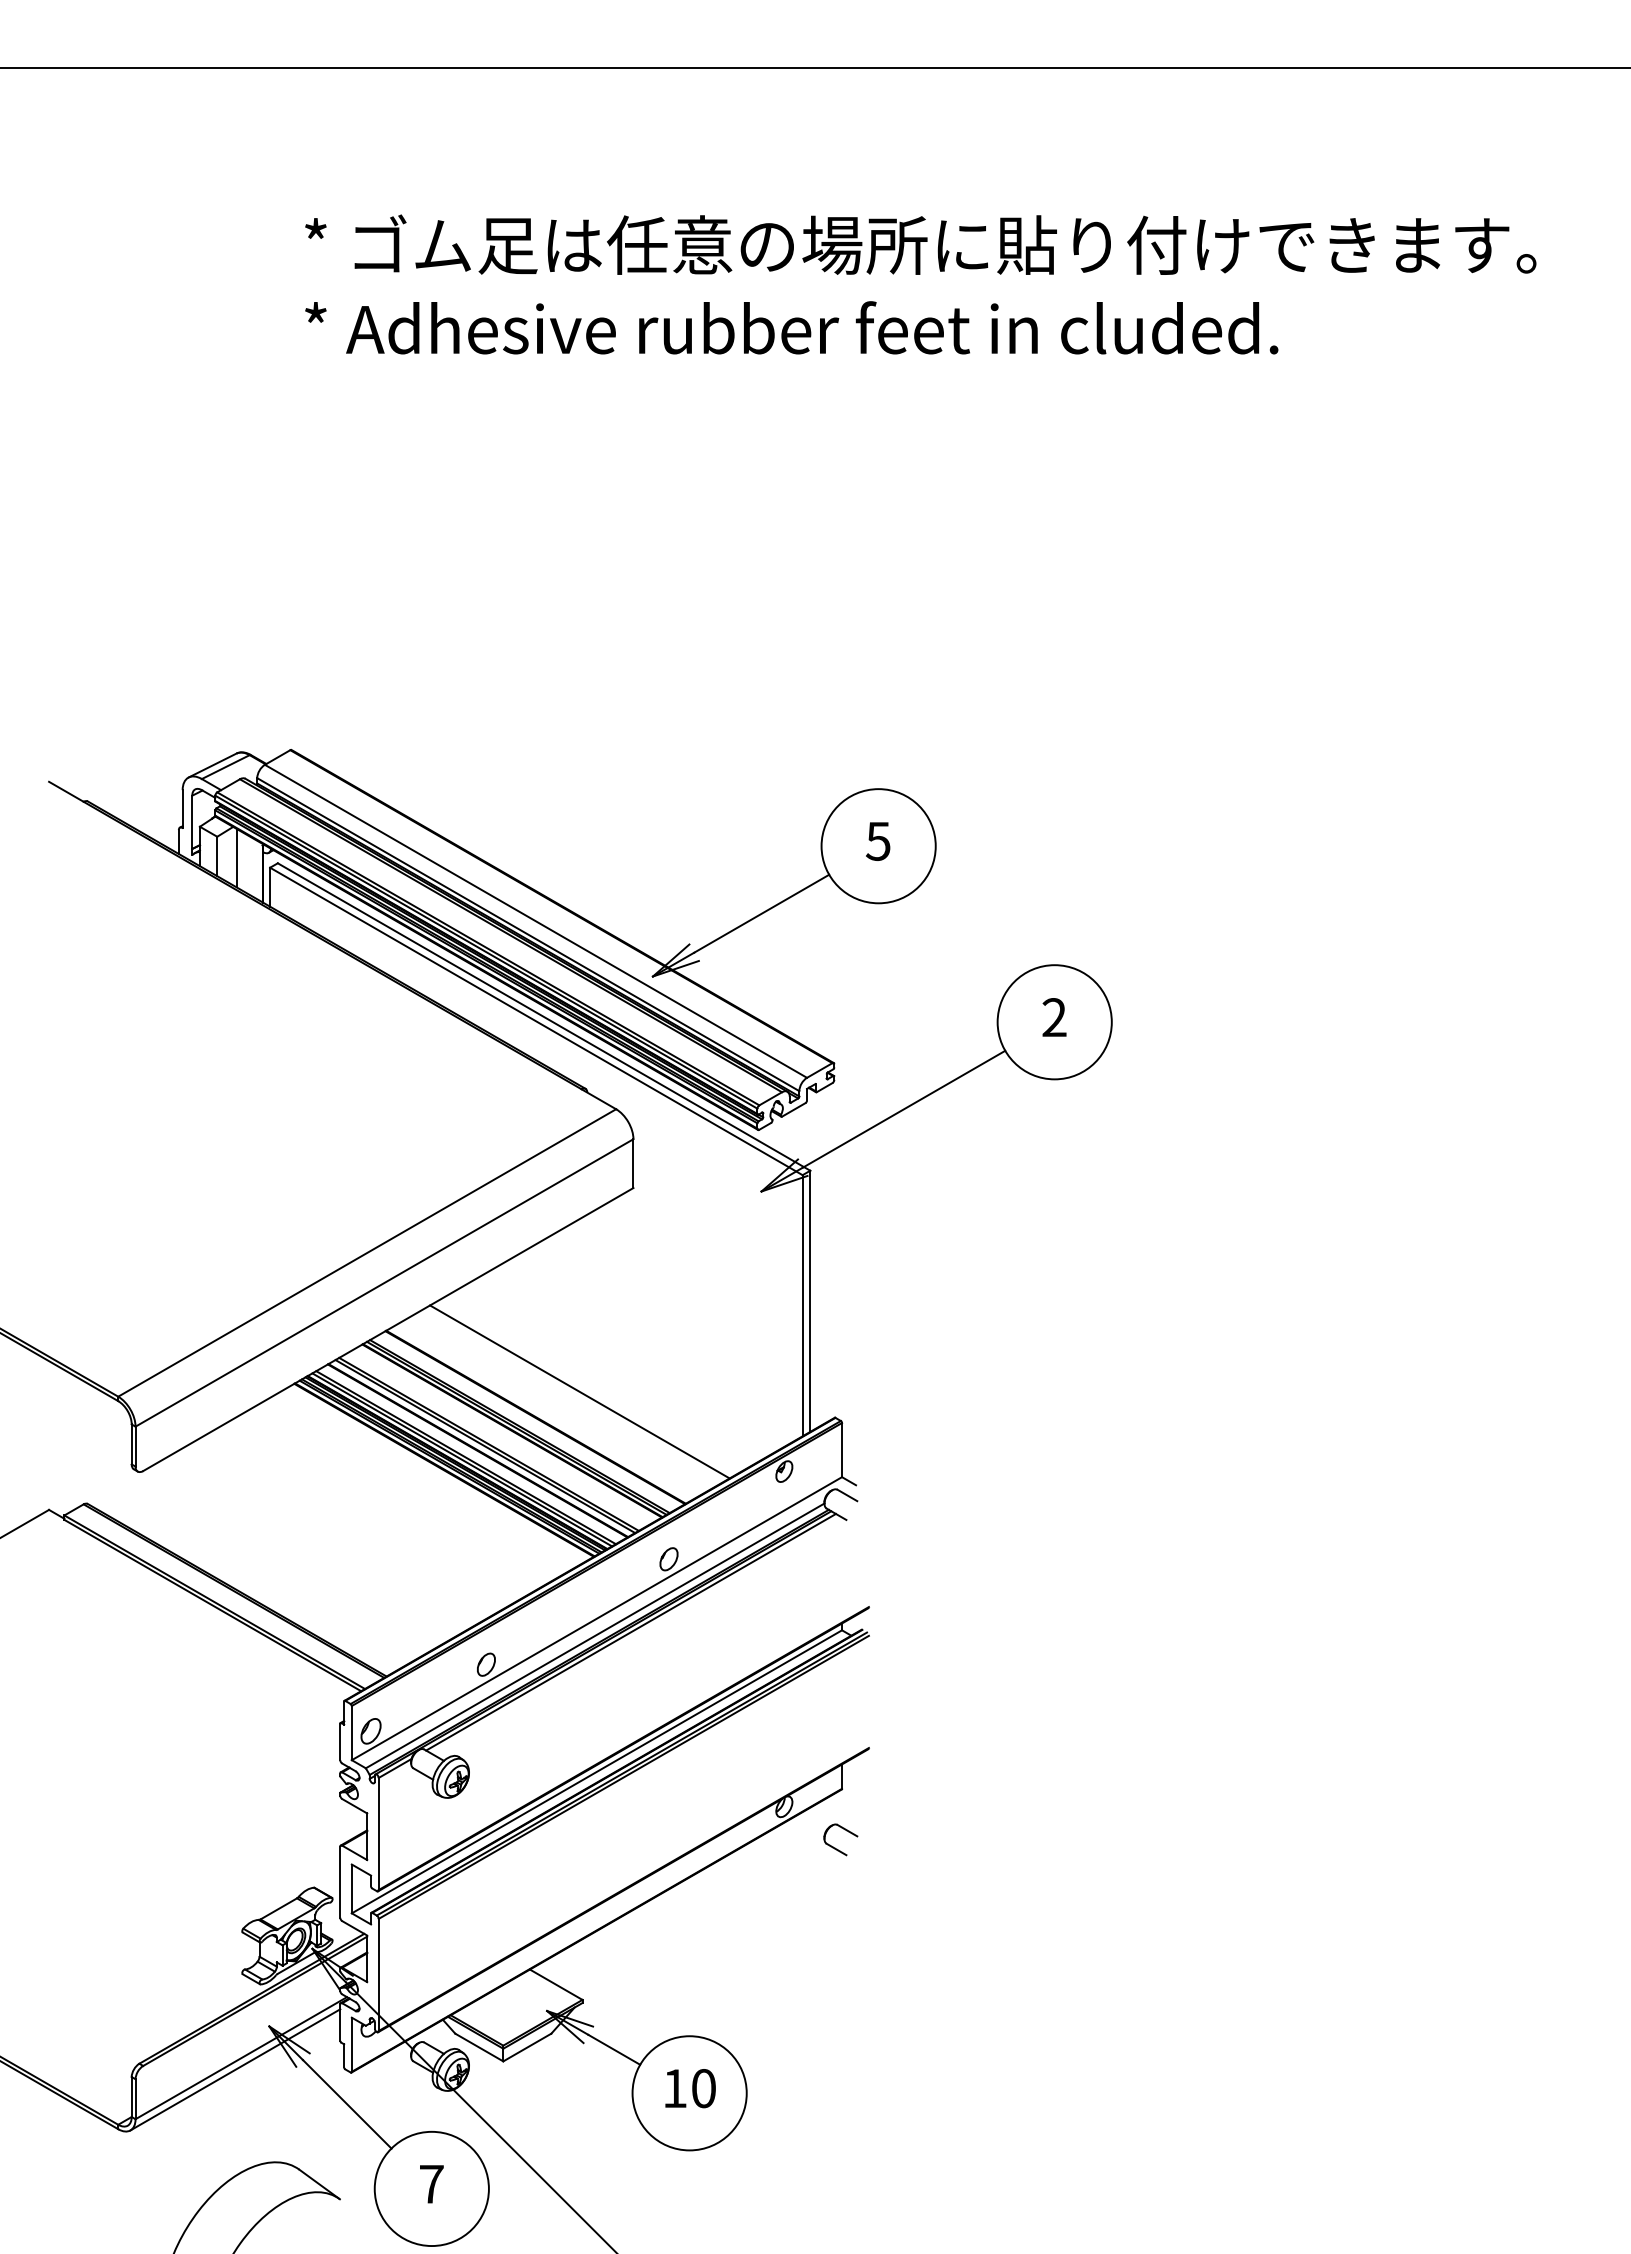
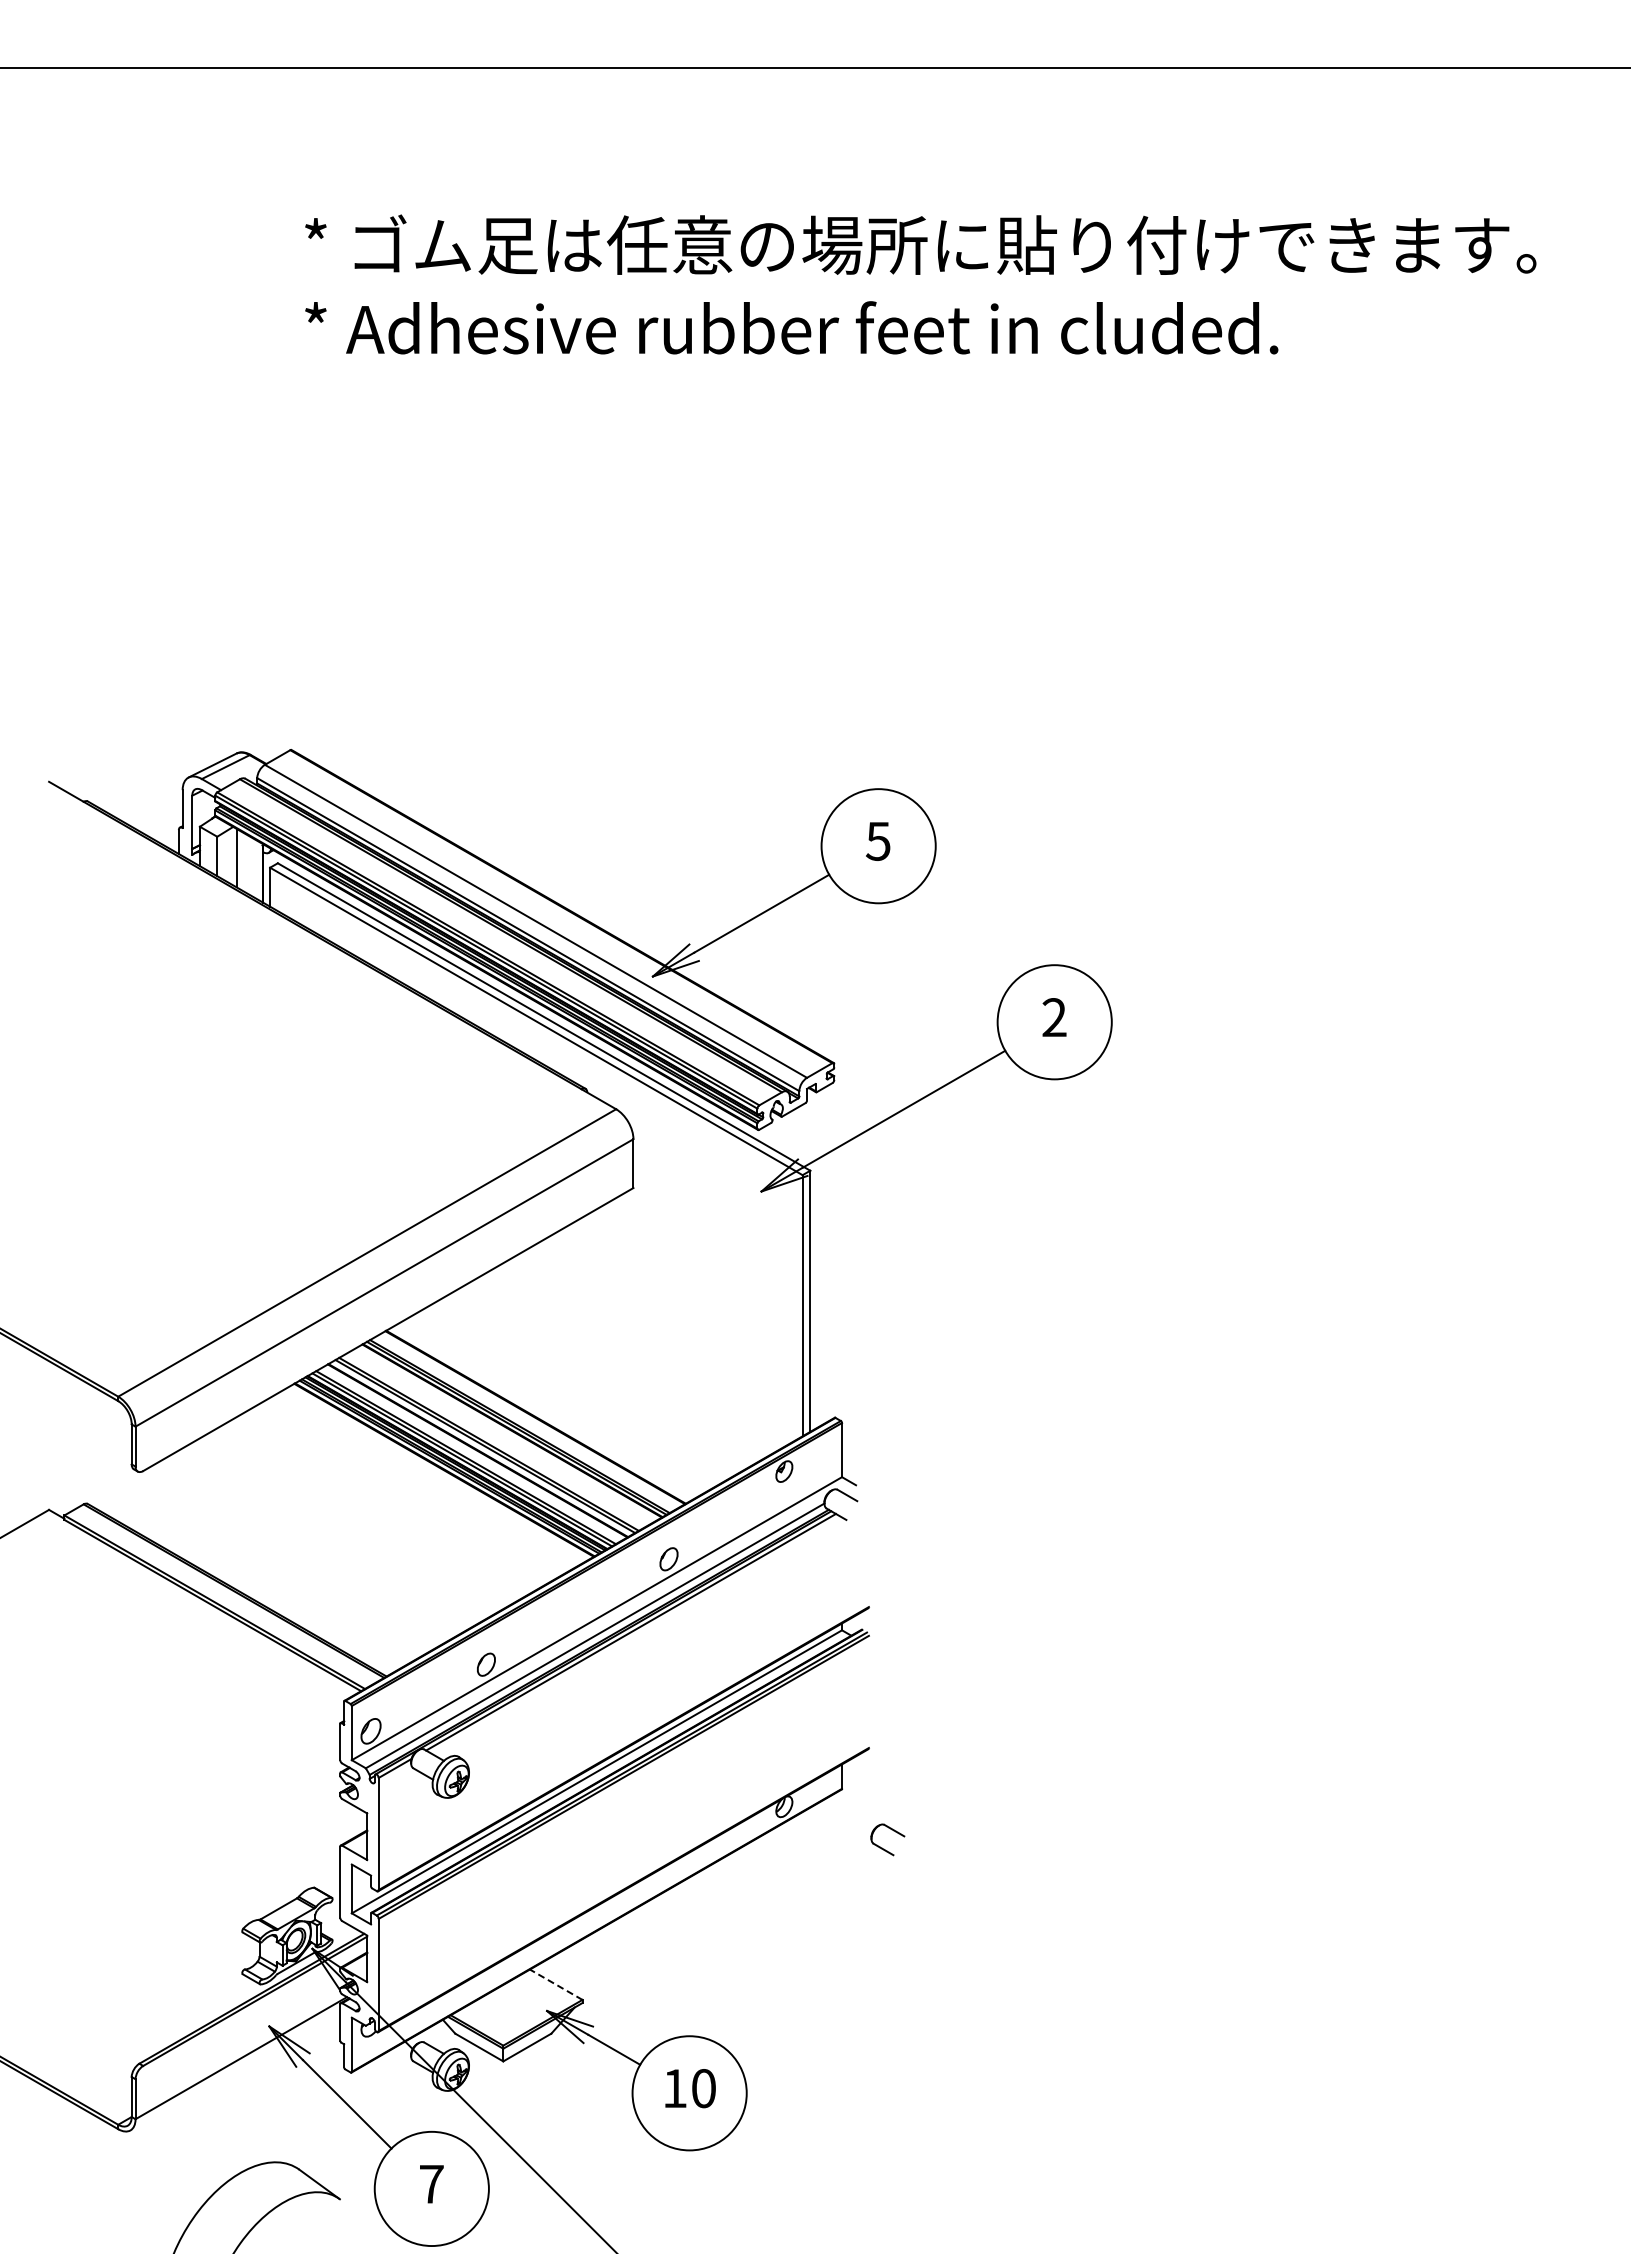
line at (579, 1391): present -> none
part at (835, 1847) position: (835, 1847) -> (882, 1847)
line at (555, 1984): solid -> dashed
line at (235, 2069): present -> none
